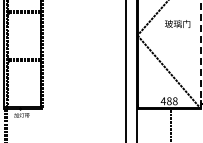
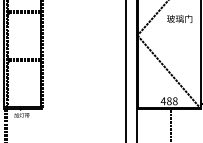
text at (177, 23) position: (177, 23) -> (179, 18)
line at (201, 54): dashed -> solid
